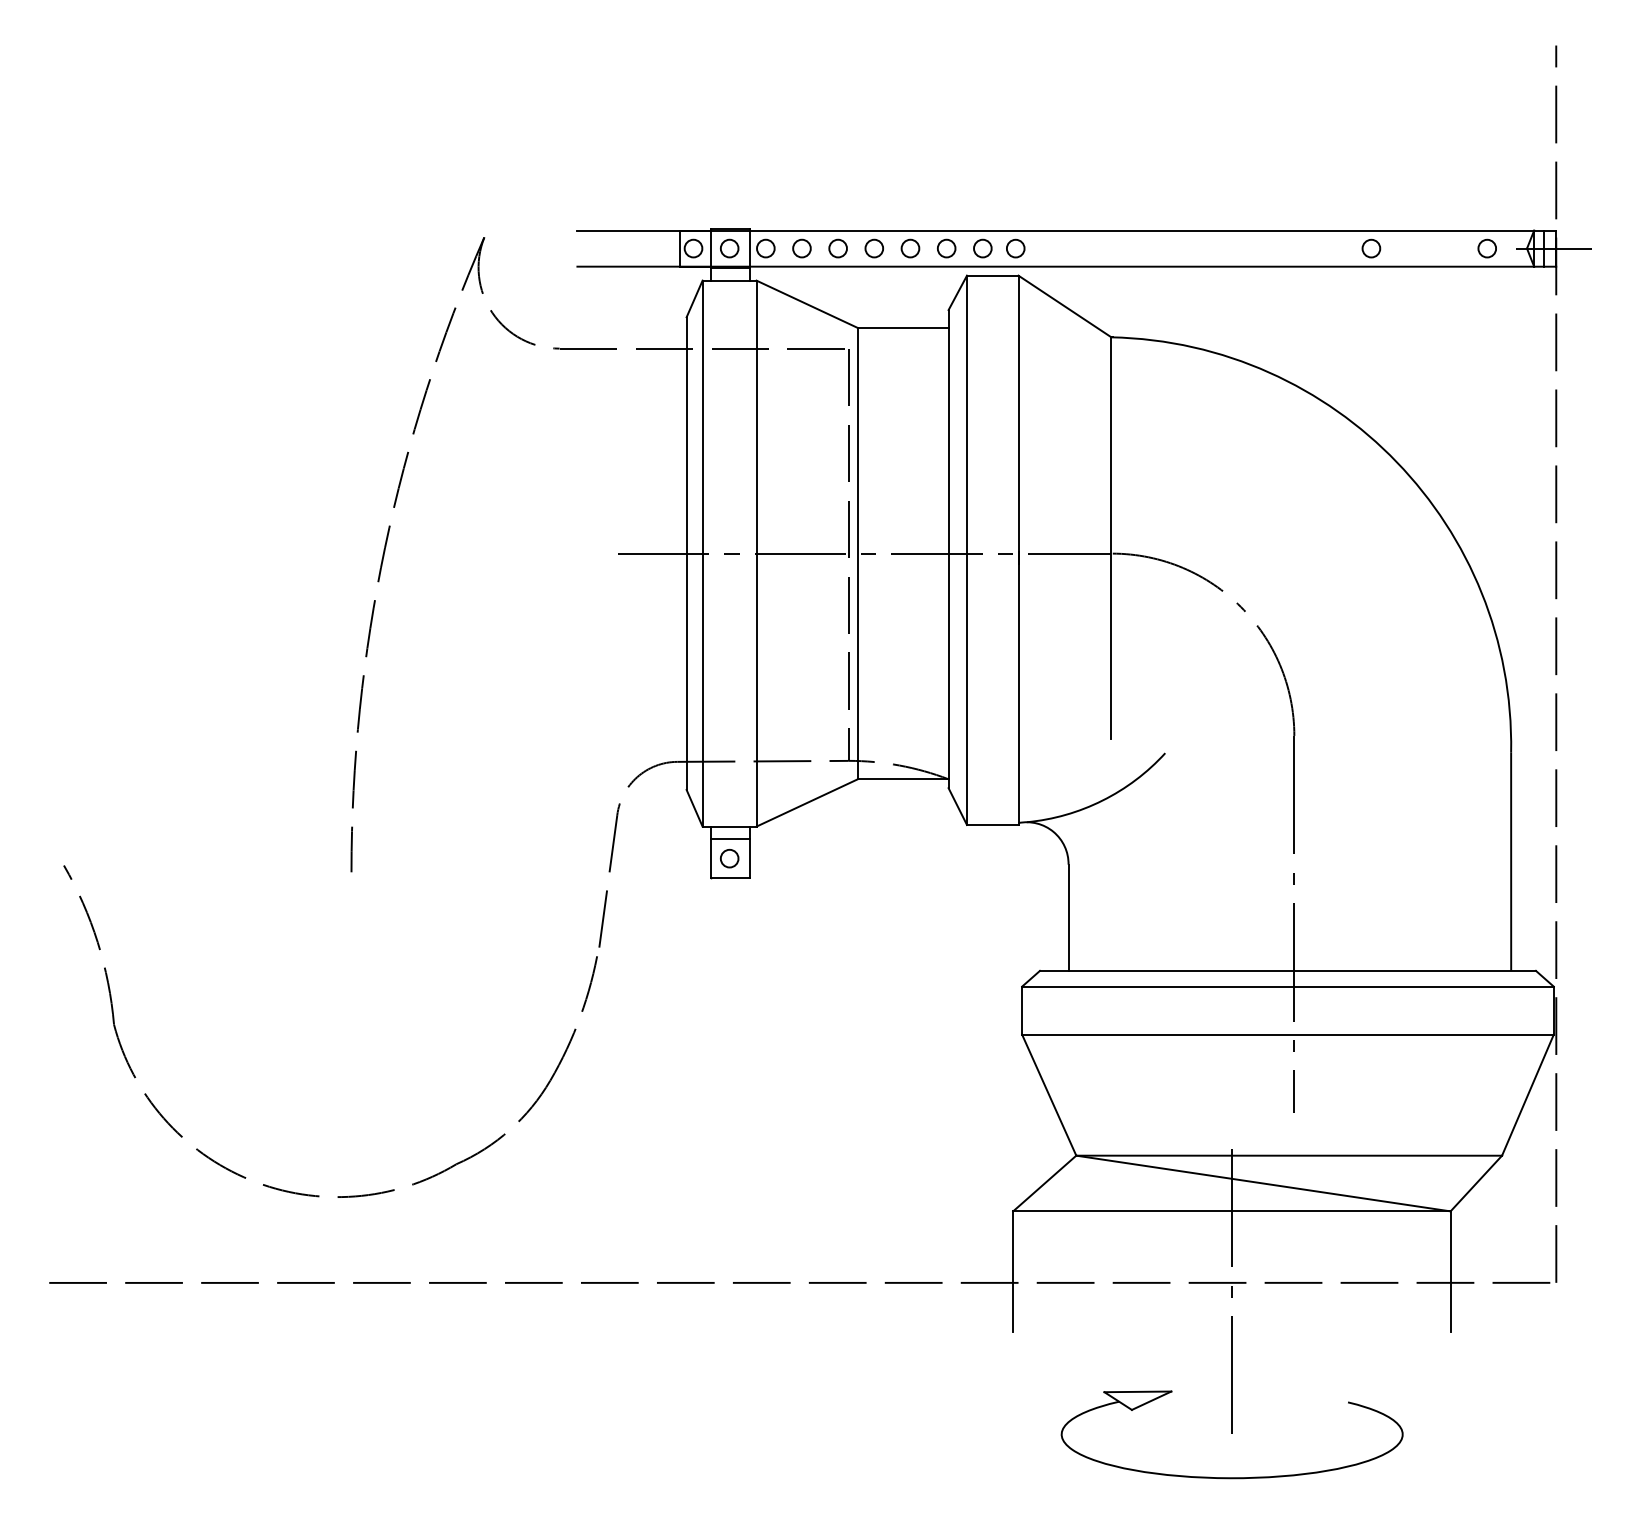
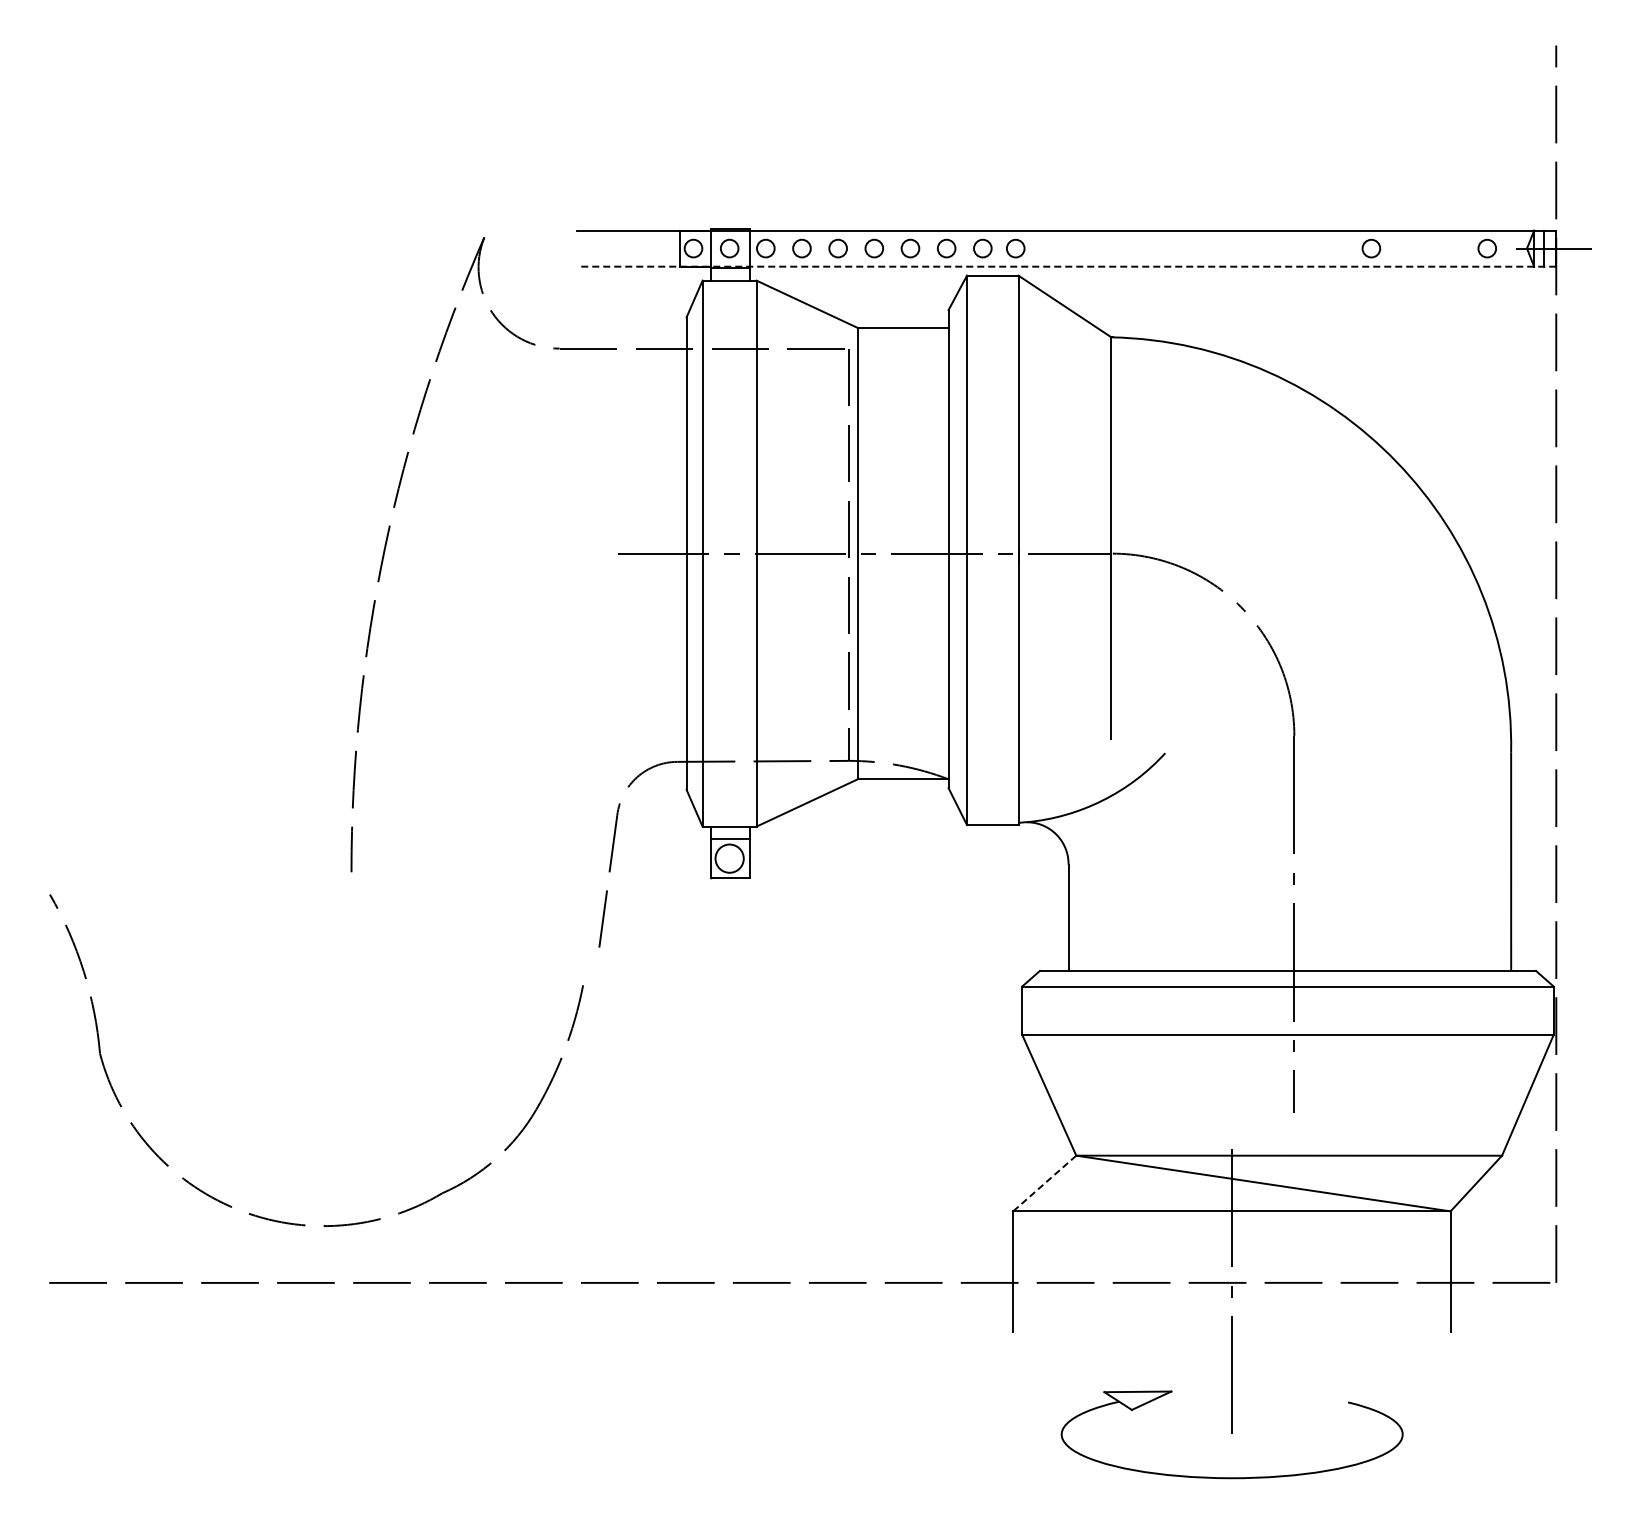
line at (1066, 266): solid -> dashed
circle at (729, 858) diameter: 18 px -> 28 px
line at (1044, 1183): solid -> dashed
part at (313, 1194) position: (313, 1194) -> (299, 1223)
